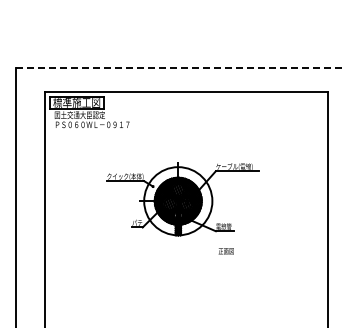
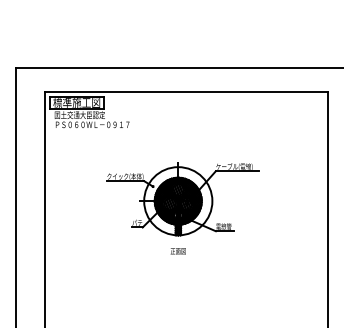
line at (179, 67): dashed -> solid
text at (225, 251) position: (225, 251) -> (177, 251)
